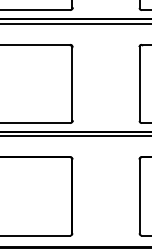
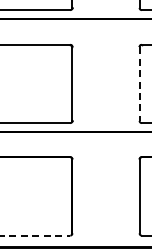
line at (75, 23): present -> none
line at (139, 83): solid -> dashed
line at (75, 136): present -> none
line at (35, 235): solid -> dashed
